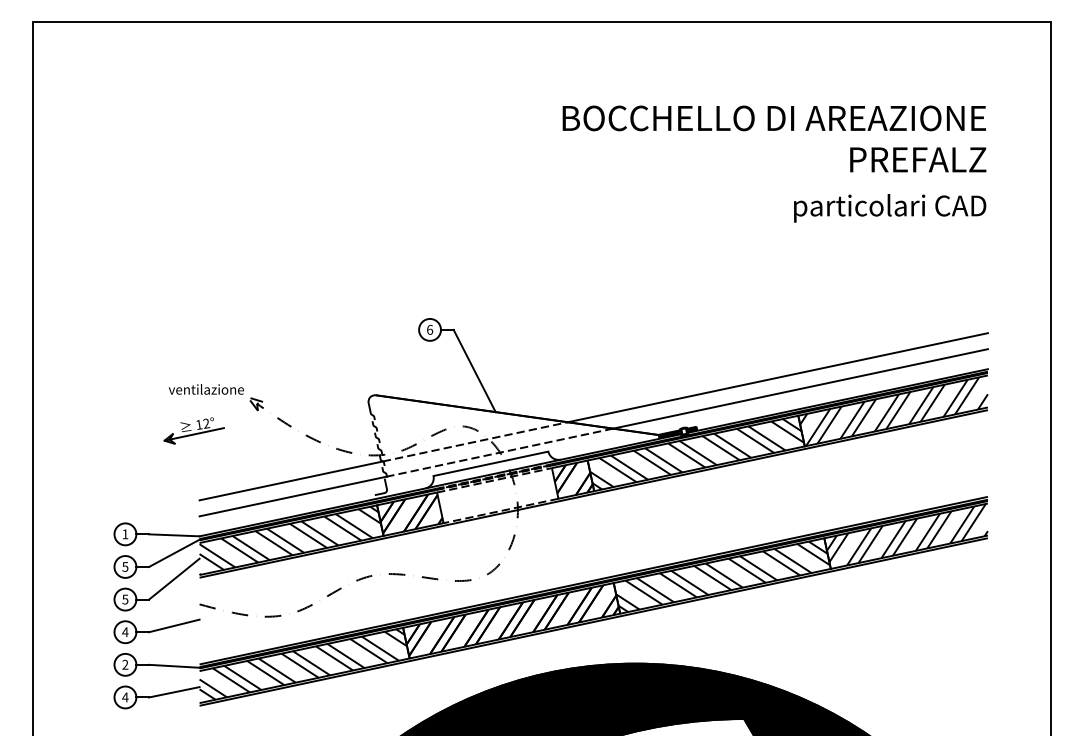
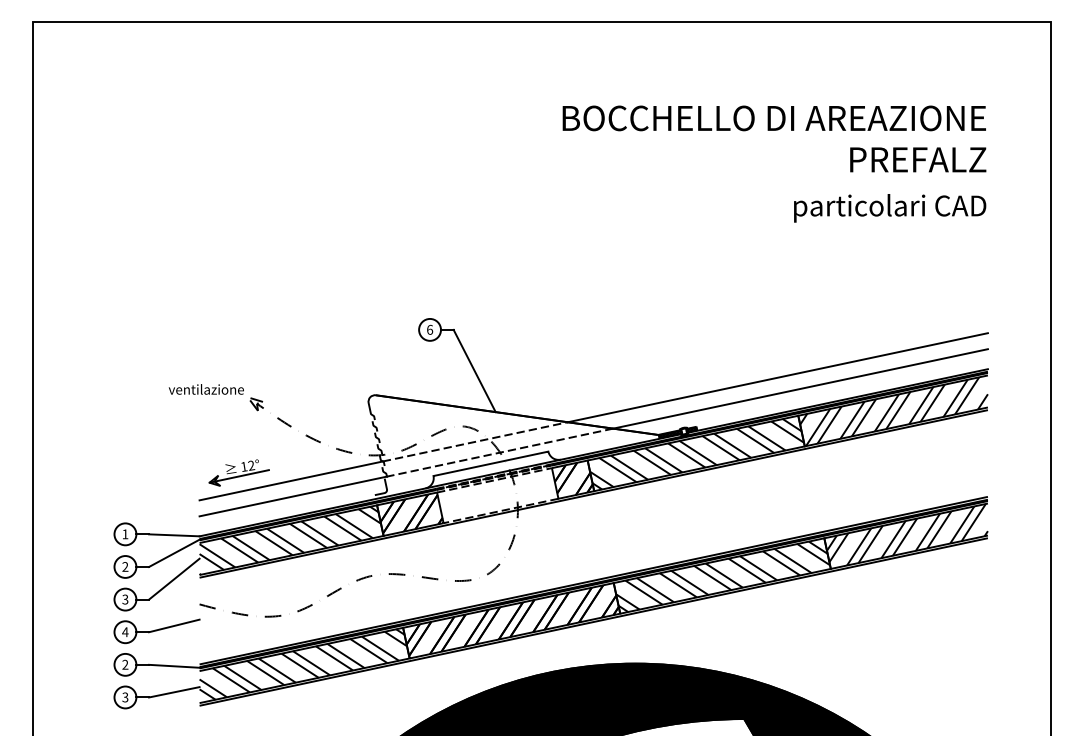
part at (193, 430) position: (193, 430) -> (238, 472)
text at (125, 566): 5 -> 2
text at (125, 598): 5 -> 3
text at (125, 697): 4 -> 3
